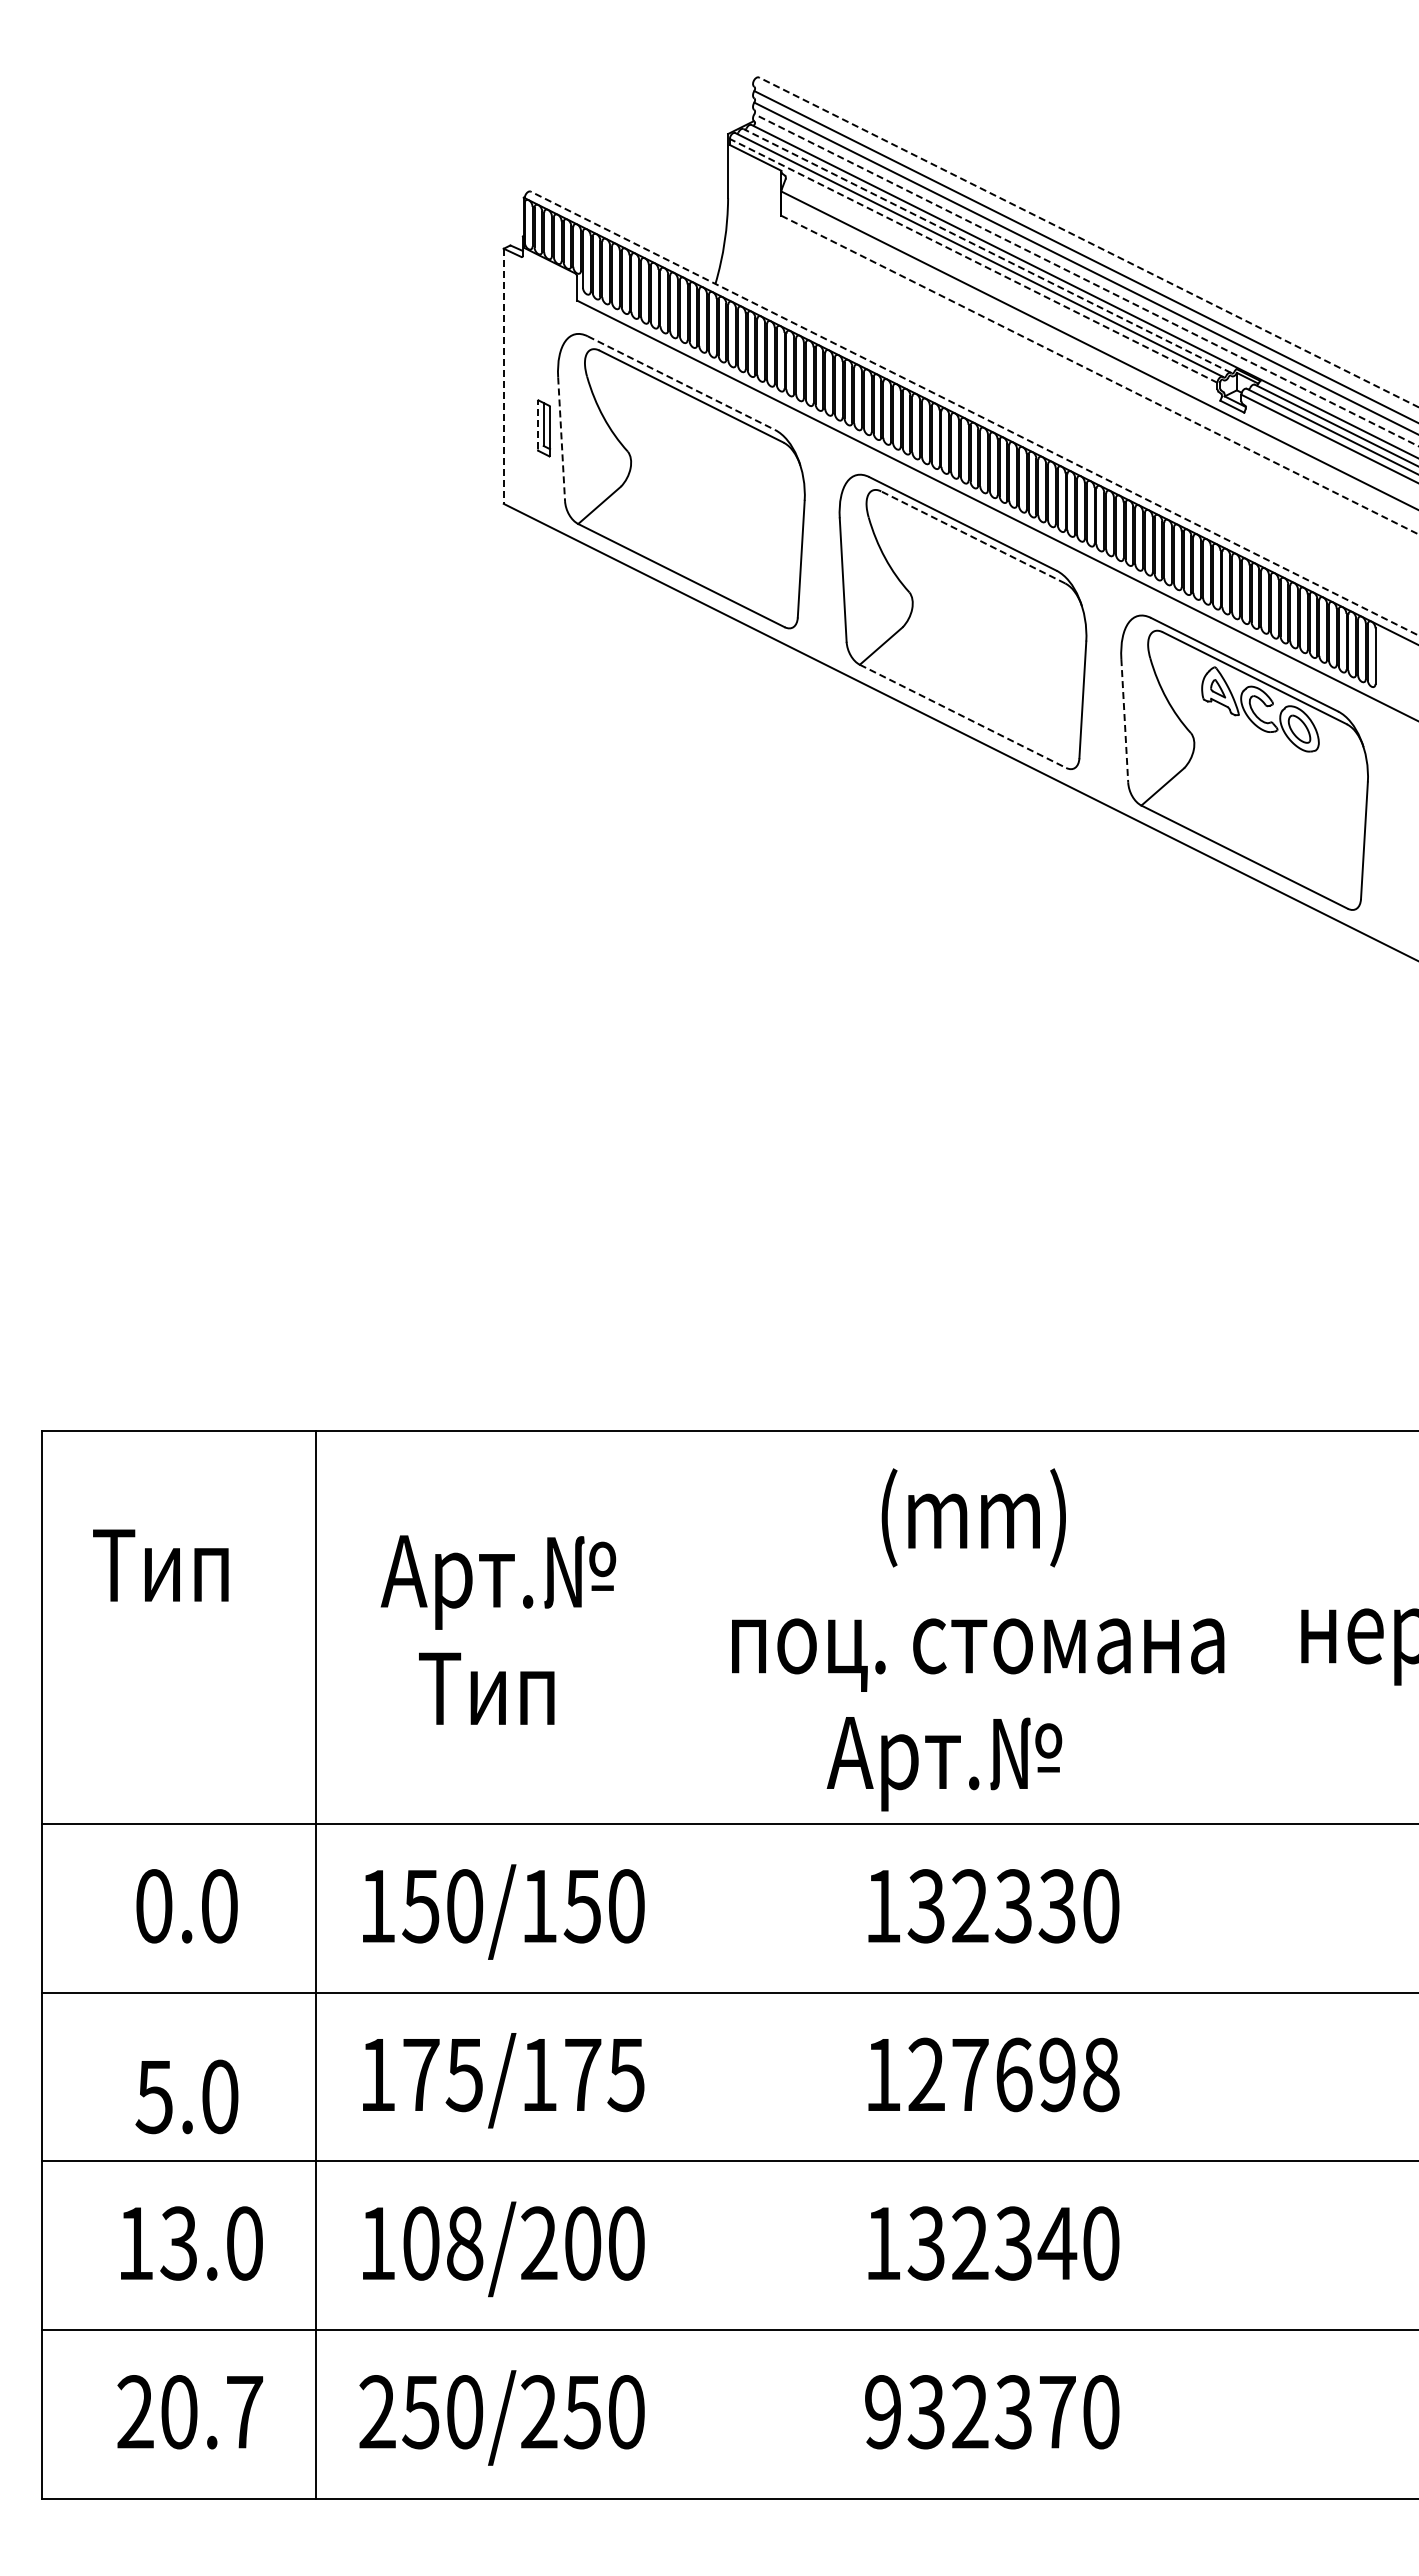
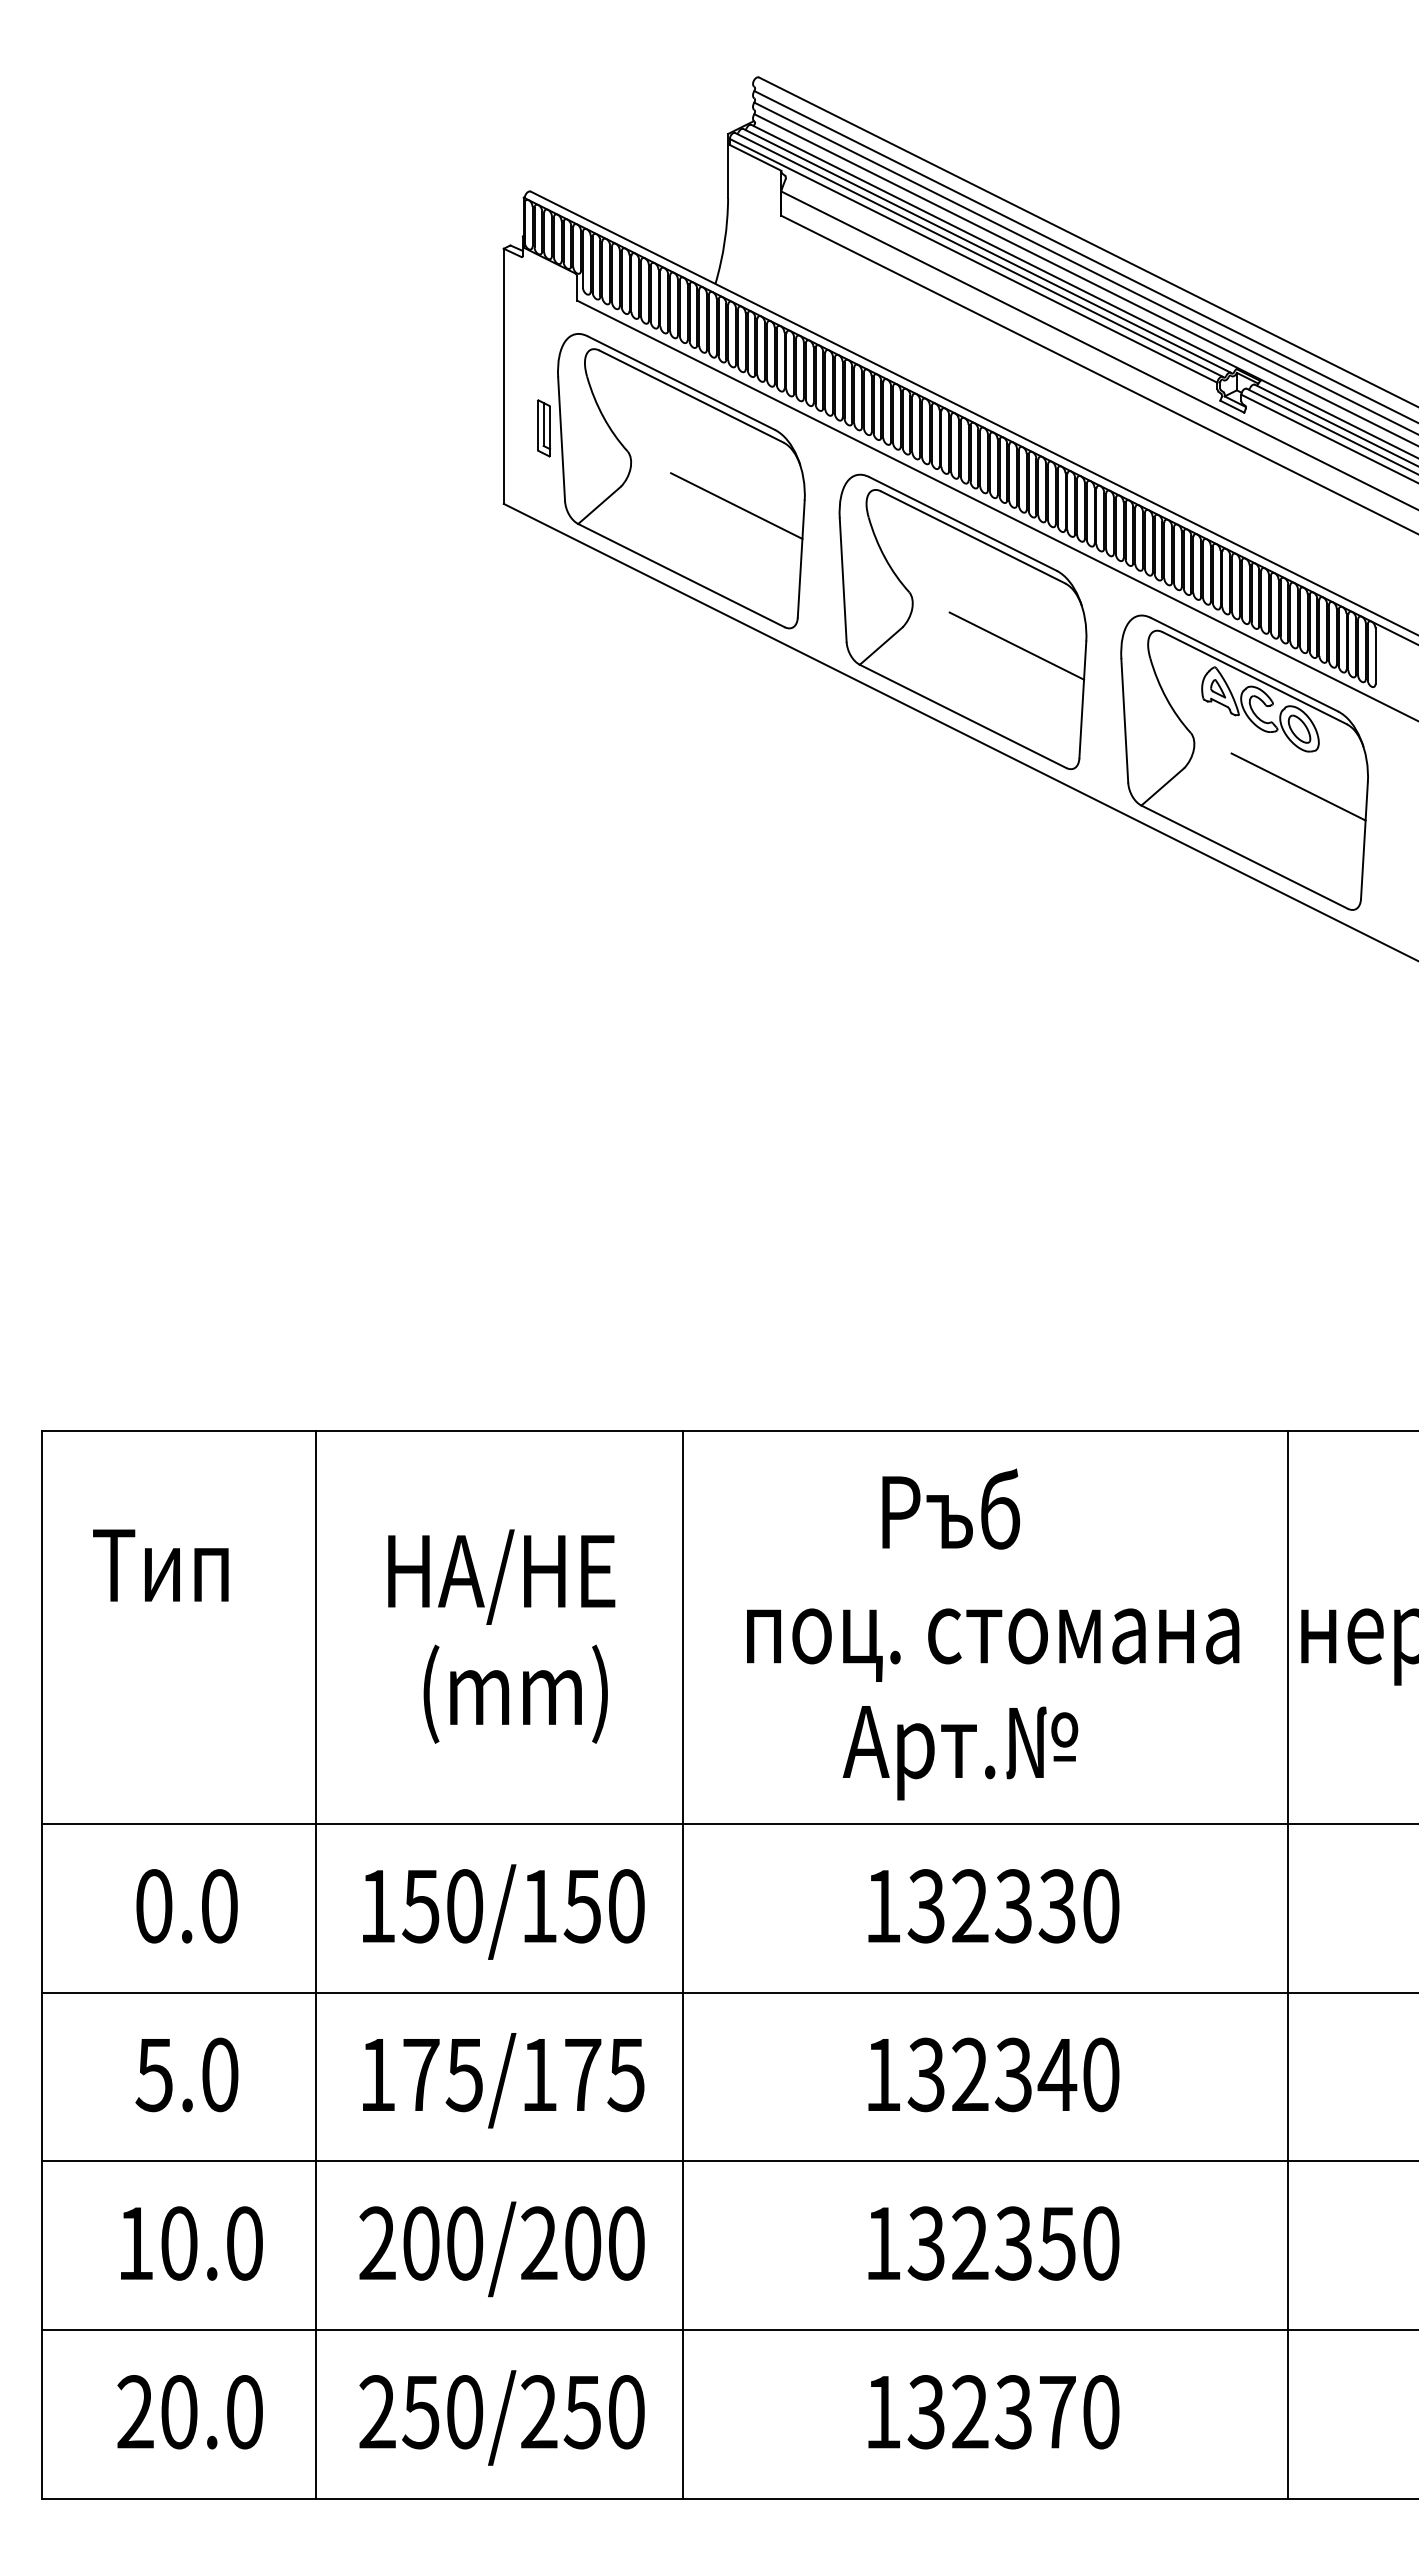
line at (1088, 242): dashed -> solid
line at (987, 250): dashed -> solid
line at (973, 260): dashed -> solid
line at (1086, 280): dashed -> solid
line at (1099, 374): dashed -> solid
line at (503, 376): dashed -> solid
line at (681, 383): dashed -> solid
line at (974, 413): dashed -> solid
line at (537, 424): dashed -> solid
line at (561, 439): dashed -> solid
line at (736, 505): none -> present
line at (973, 537): dashed -> solid
line at (1016, 645): none -> present
line at (963, 716): dashed -> solid
line at (1124, 720): dashed -> solid
line at (1298, 786): none -> present
text at (973, 1517): (mm) -> Ръб
text at (498, 1579): Арт.№ -> HA/HE
text at (978, 1654) position: (978, 1654) -> (993, 1644)
text at (513, 1693): Тип -> (mm)
text at (944, 1764) position: (944, 1764) -> (960, 1753)
line at (682, 1964): none -> present
line at (1287, 1964): none -> present
text at (1013, 2074): 127698 -> 132340
text at (186, 2096) position: (186, 2096) -> (186, 2074)
text at (178, 2243): 13.0 -> 10.0
text at (421, 2243): 108/200 -> 200/200
text at (1057, 2243): 132340 -> 132350
text at (245, 2412): 20.7 -> 20.0
text at (882, 2412): 932370 -> 132370
